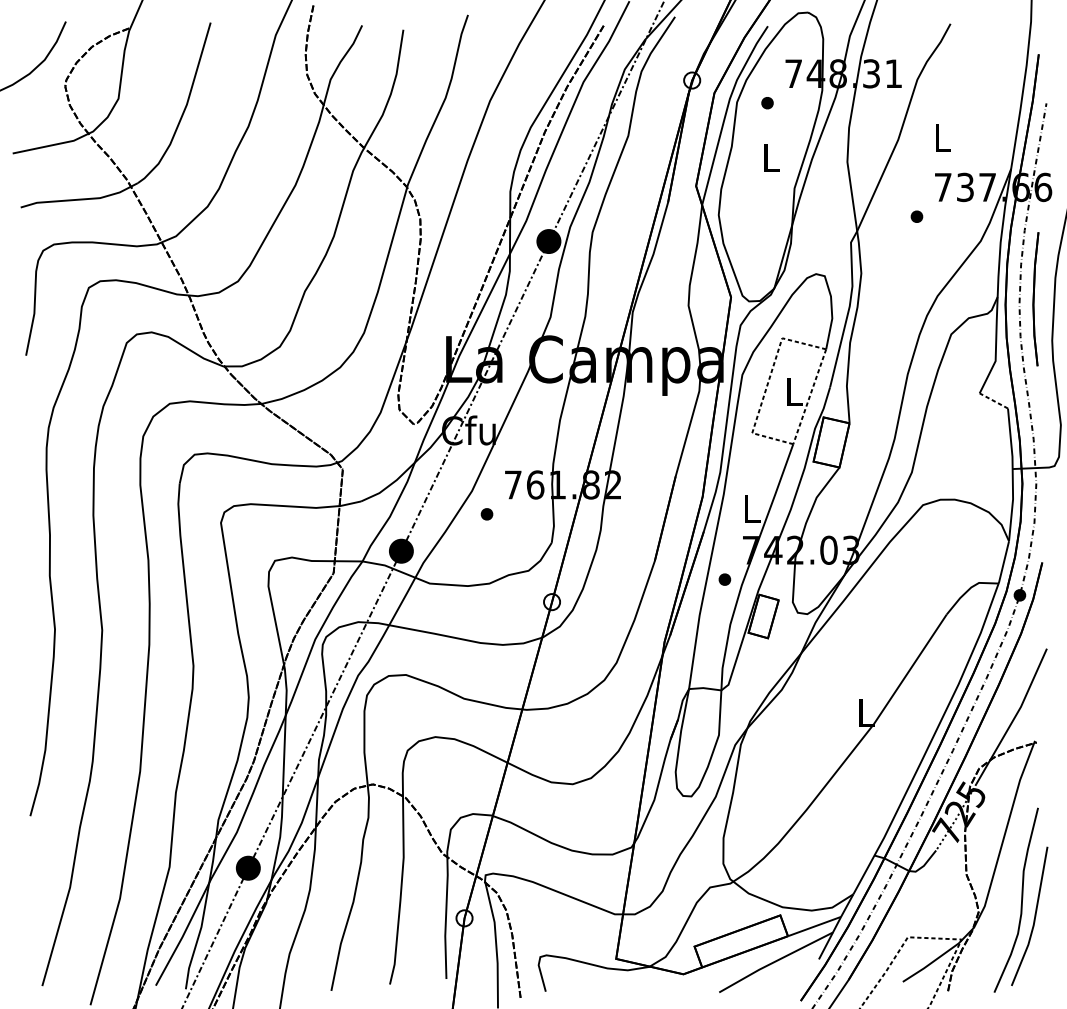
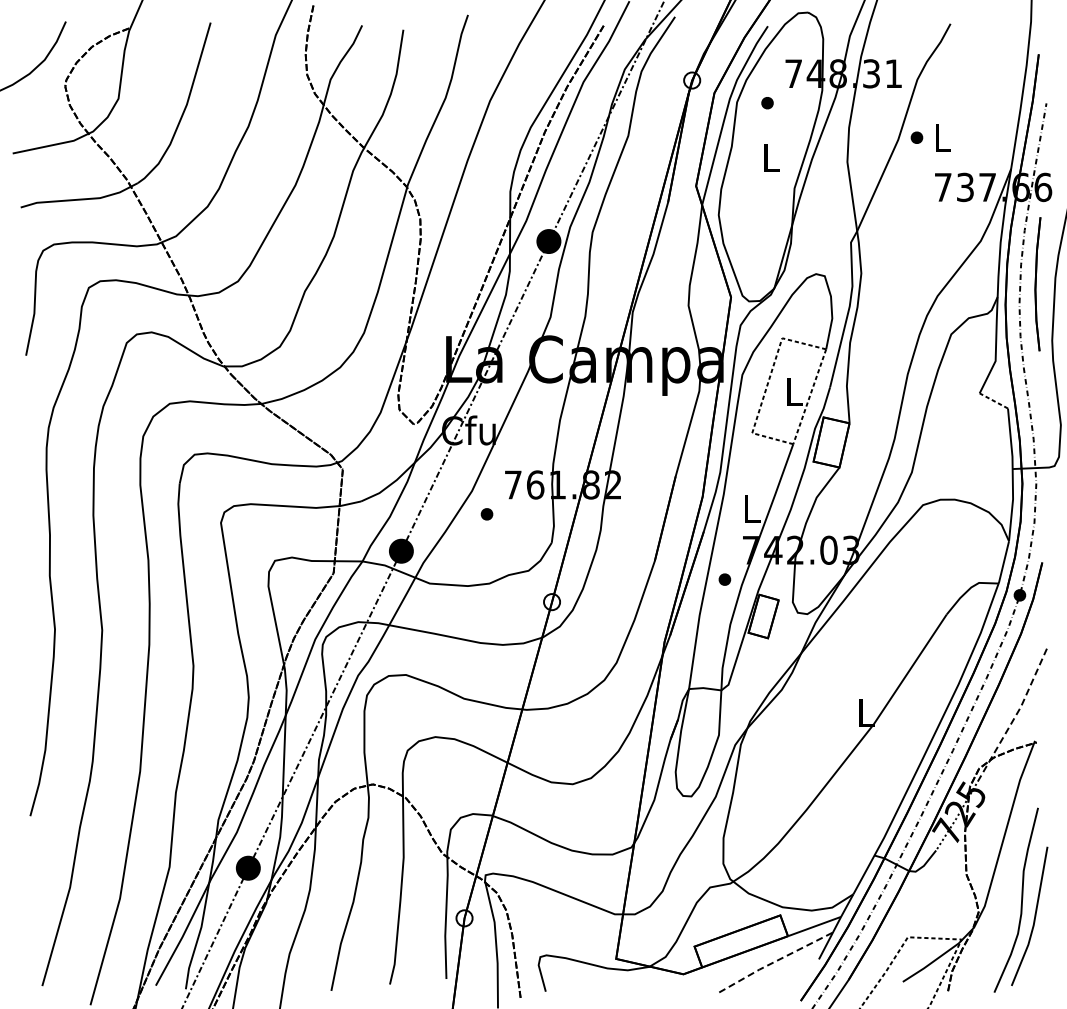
part at (916, 216) position: (916, 216) -> (916, 137)
part at (1035, 299) position: (1035, 299) -> (1037, 284)
line at (1014, 718): solid -> dashed
line at (775, 961): solid -> dashed
